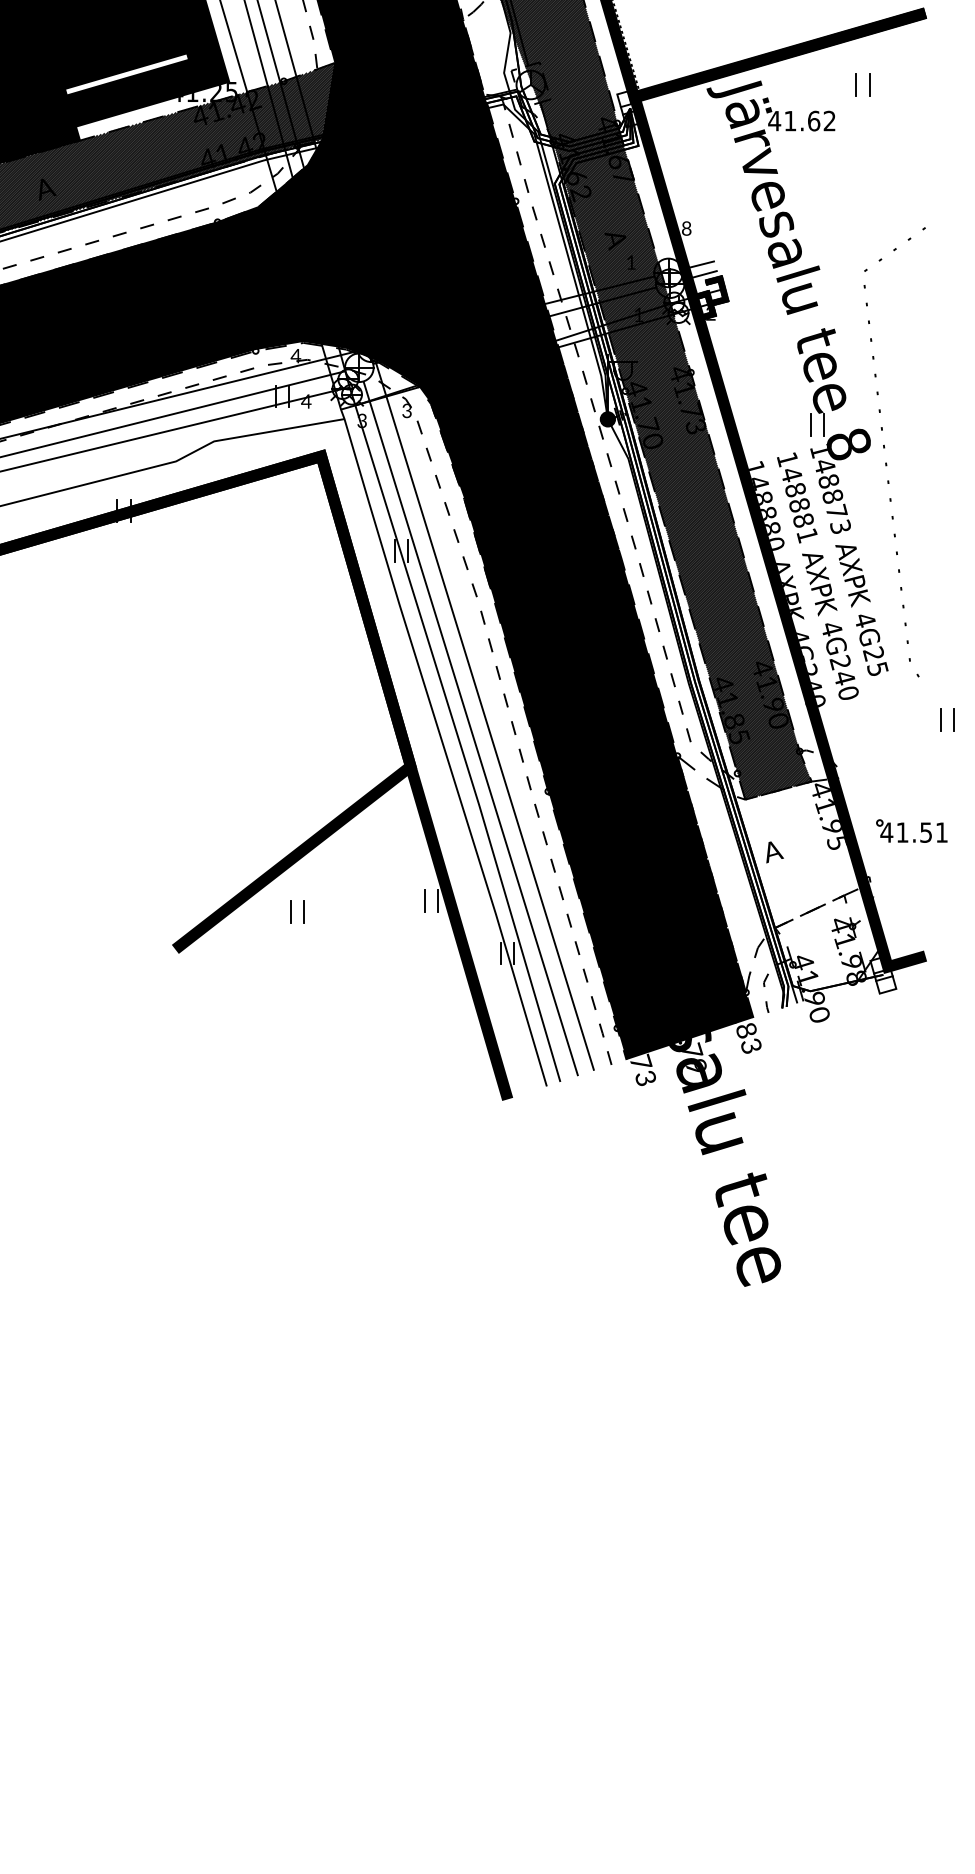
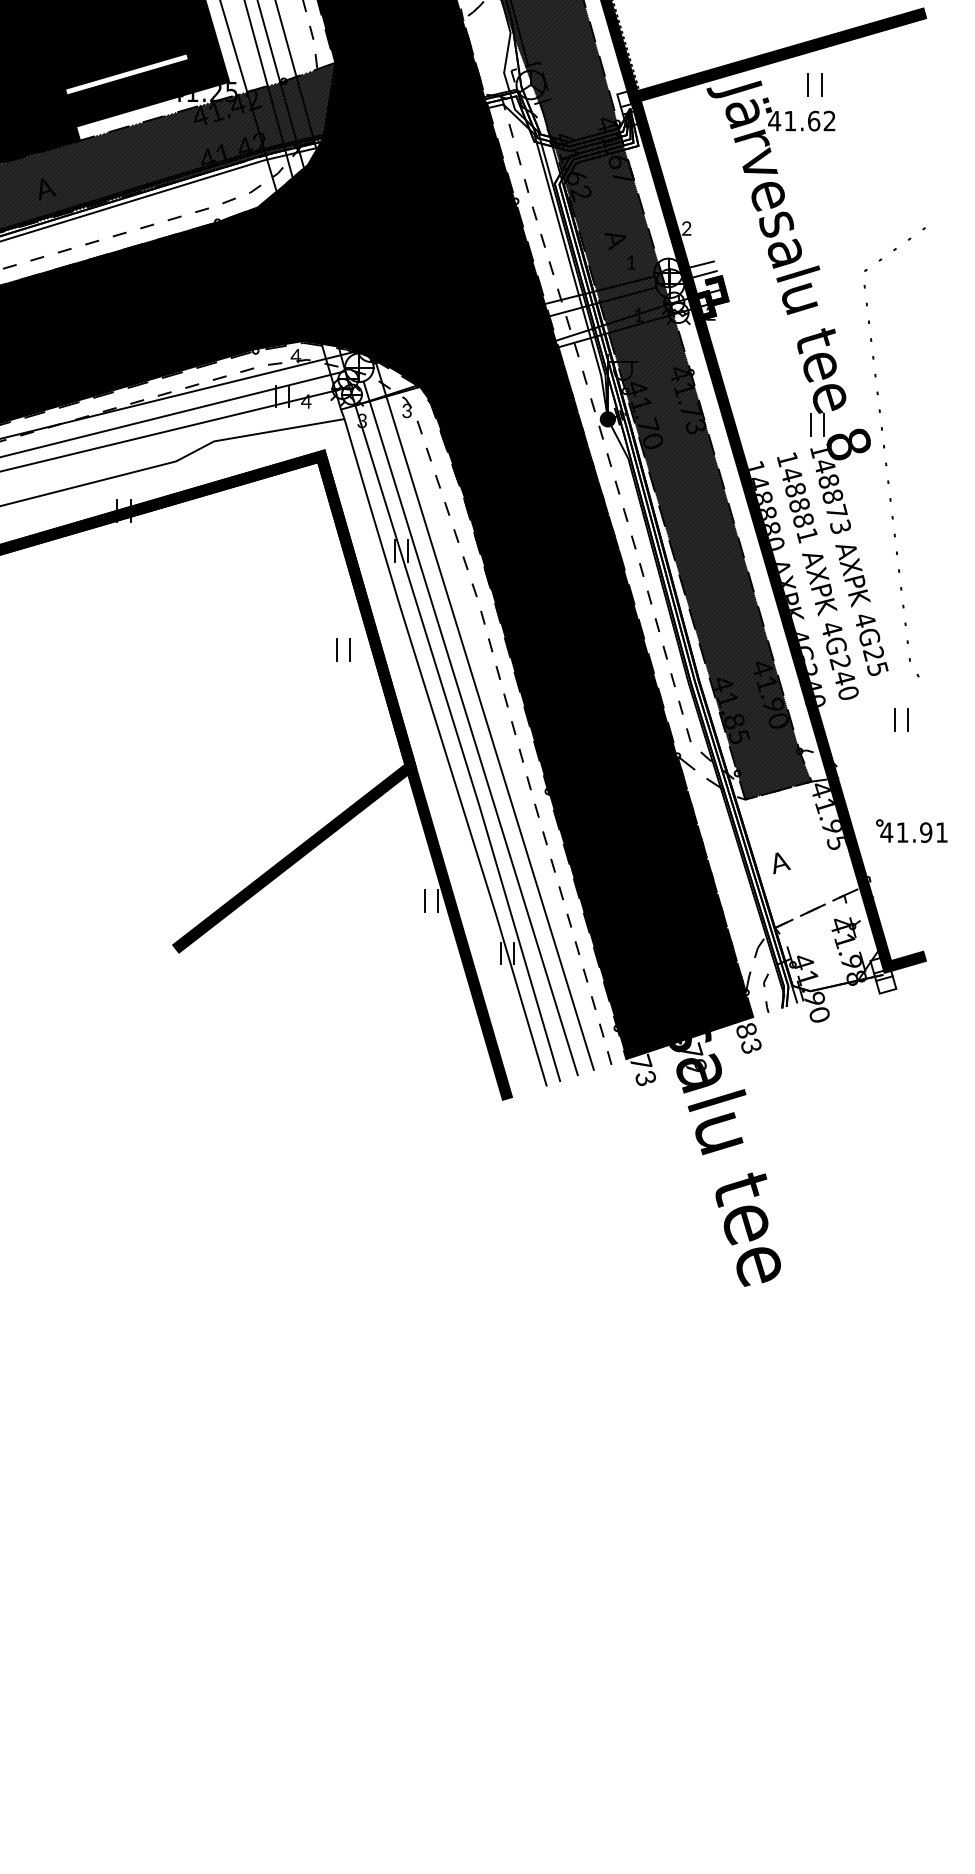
part at (862, 84) position: (862, 84) -> (814, 84)
text at (686, 228): 8 -> 2
part at (947, 719) position: (947, 719) -> (901, 719)
text at (926, 832): 41.51 -> 41.91
text at (774, 852) position: (774, 852) -> (781, 863)
part at (297, 911) position: (297, 911) -> (343, 649)
